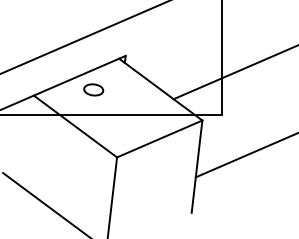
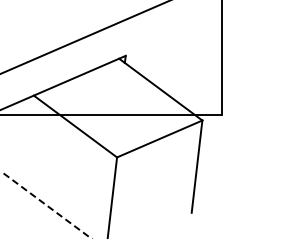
line at (234, 72): present -> none
part at (93, 89): present -> none
line at (245, 155): present -> none
line at (47, 205): solid -> dashed
